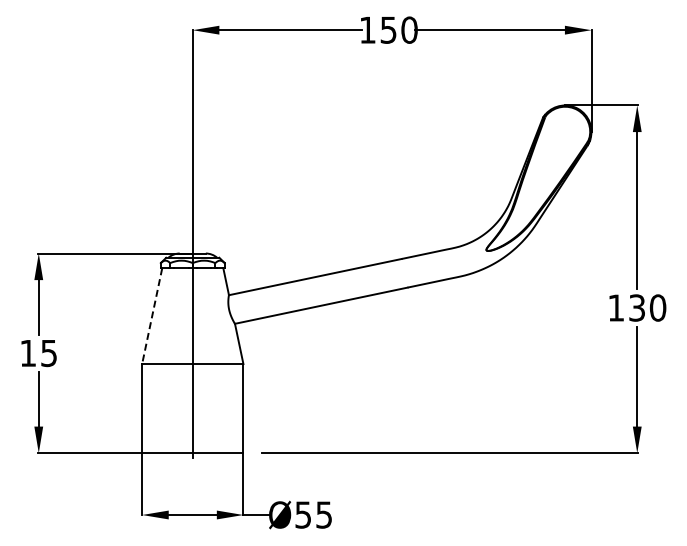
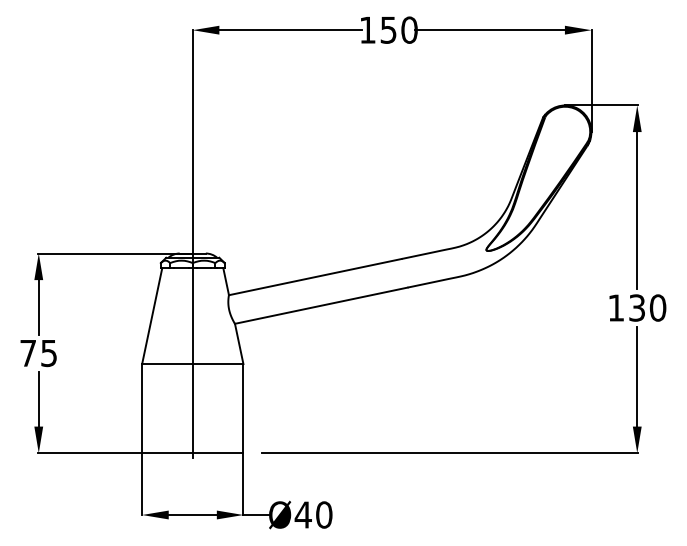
line at (152, 316): dashed -> solid
text at (27, 353): 15 -> 75
text at (313, 514): Ø55 -> Ø40
